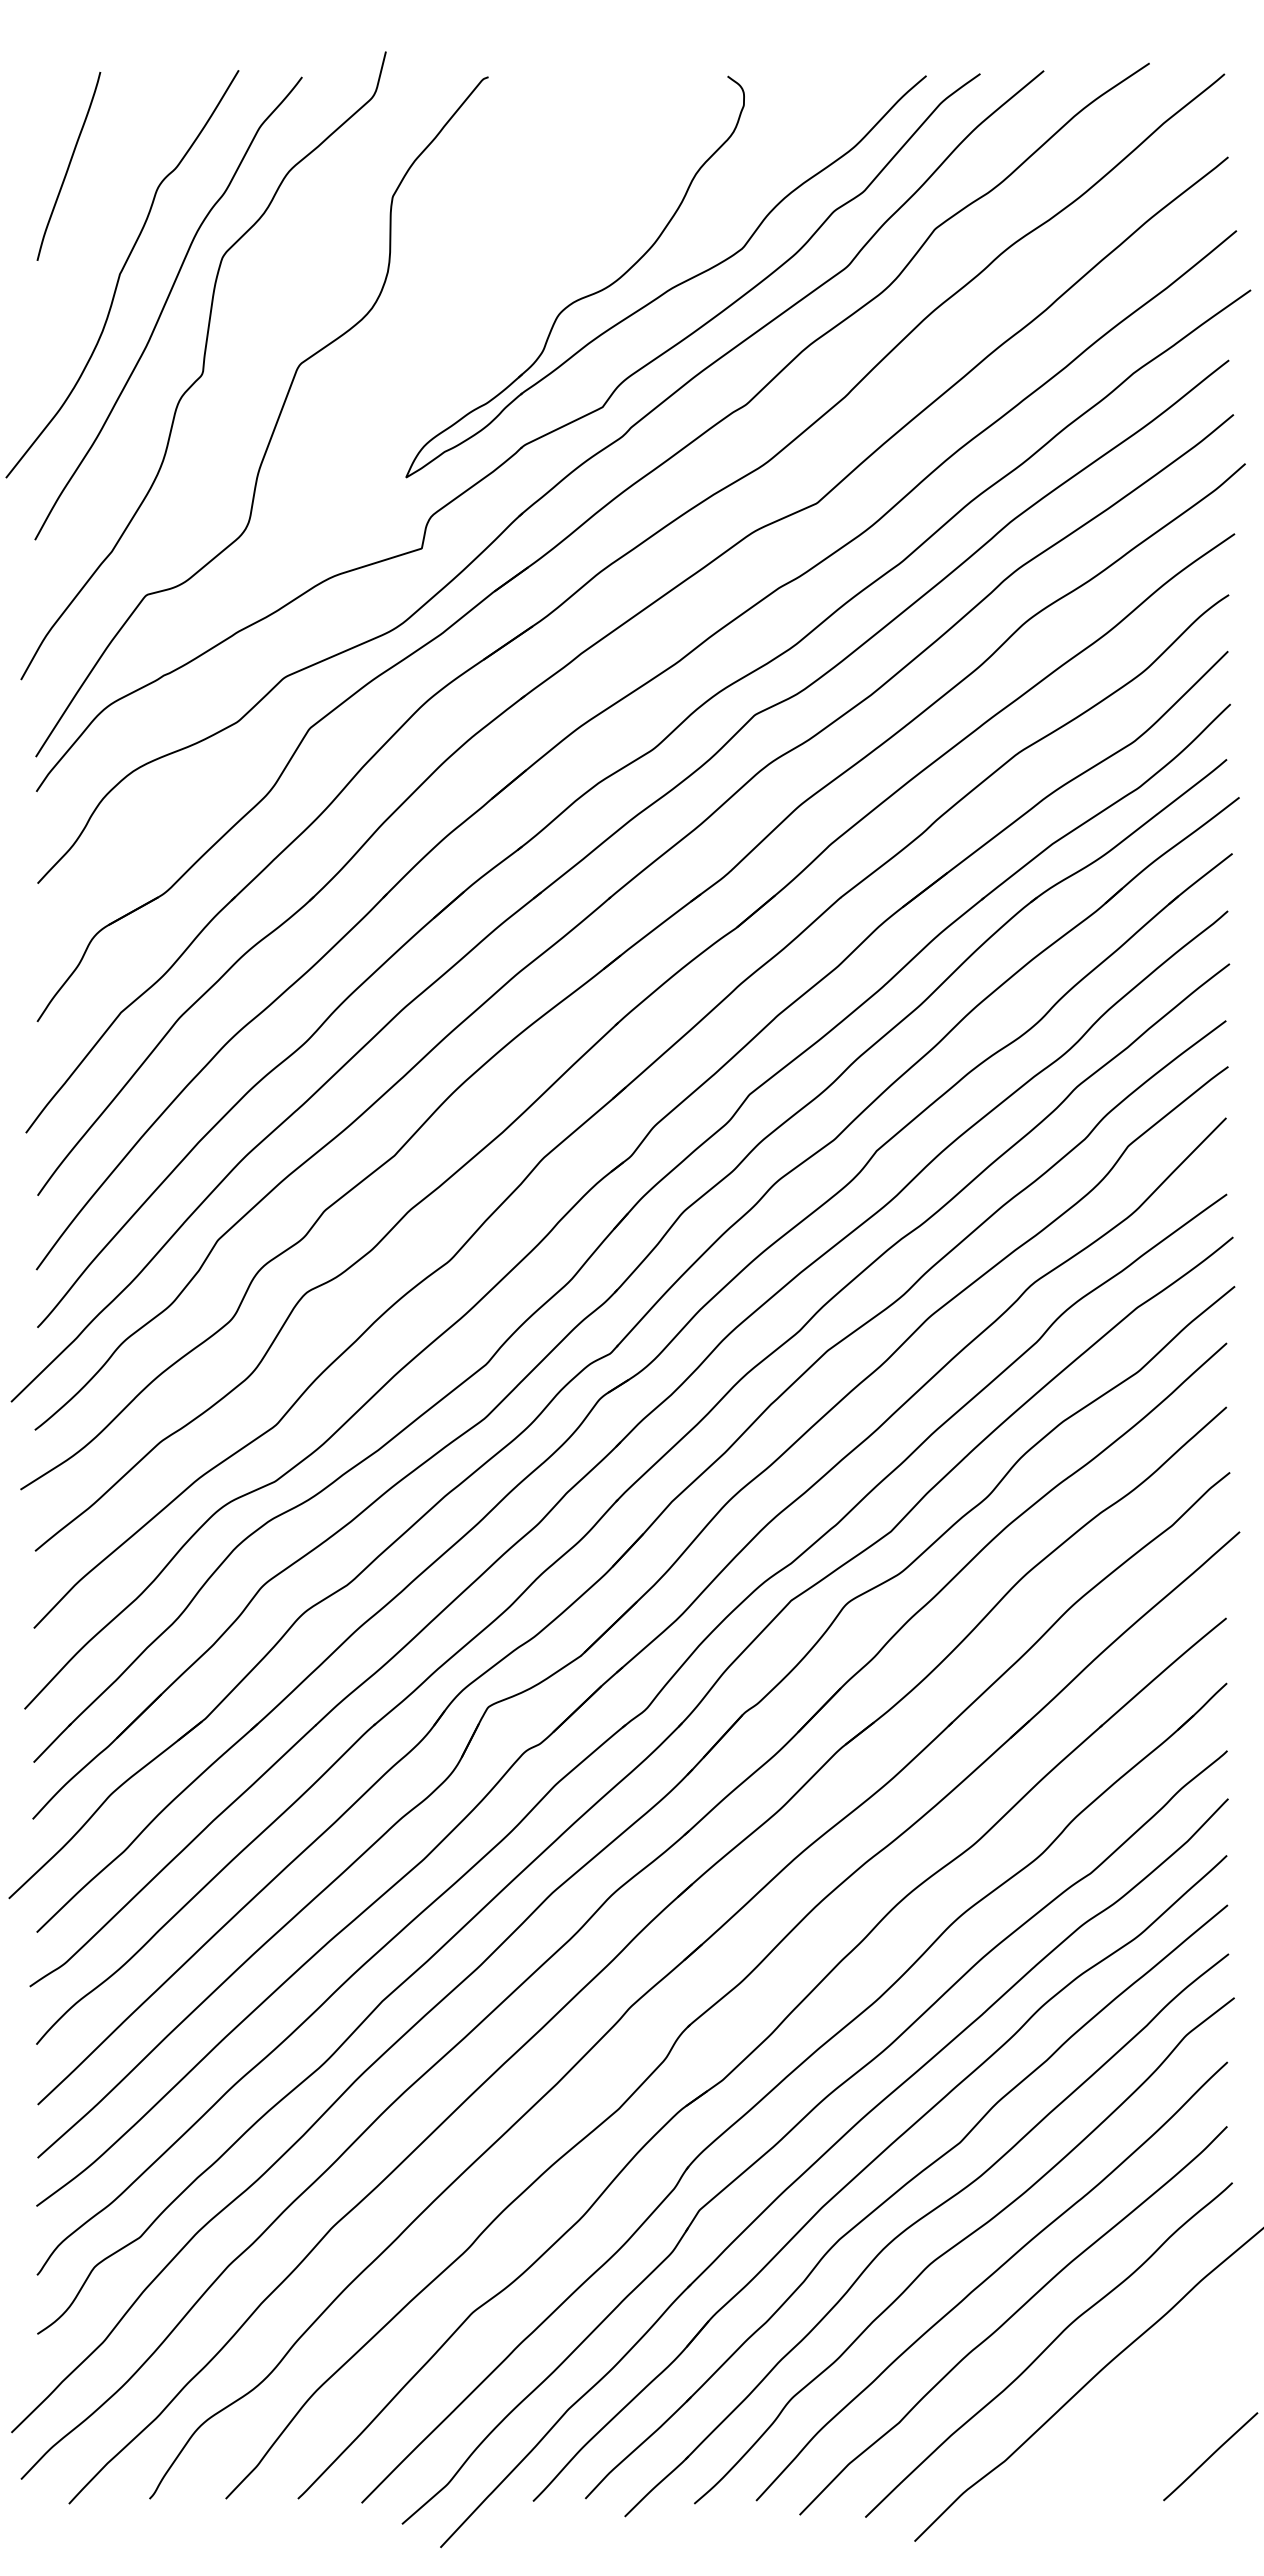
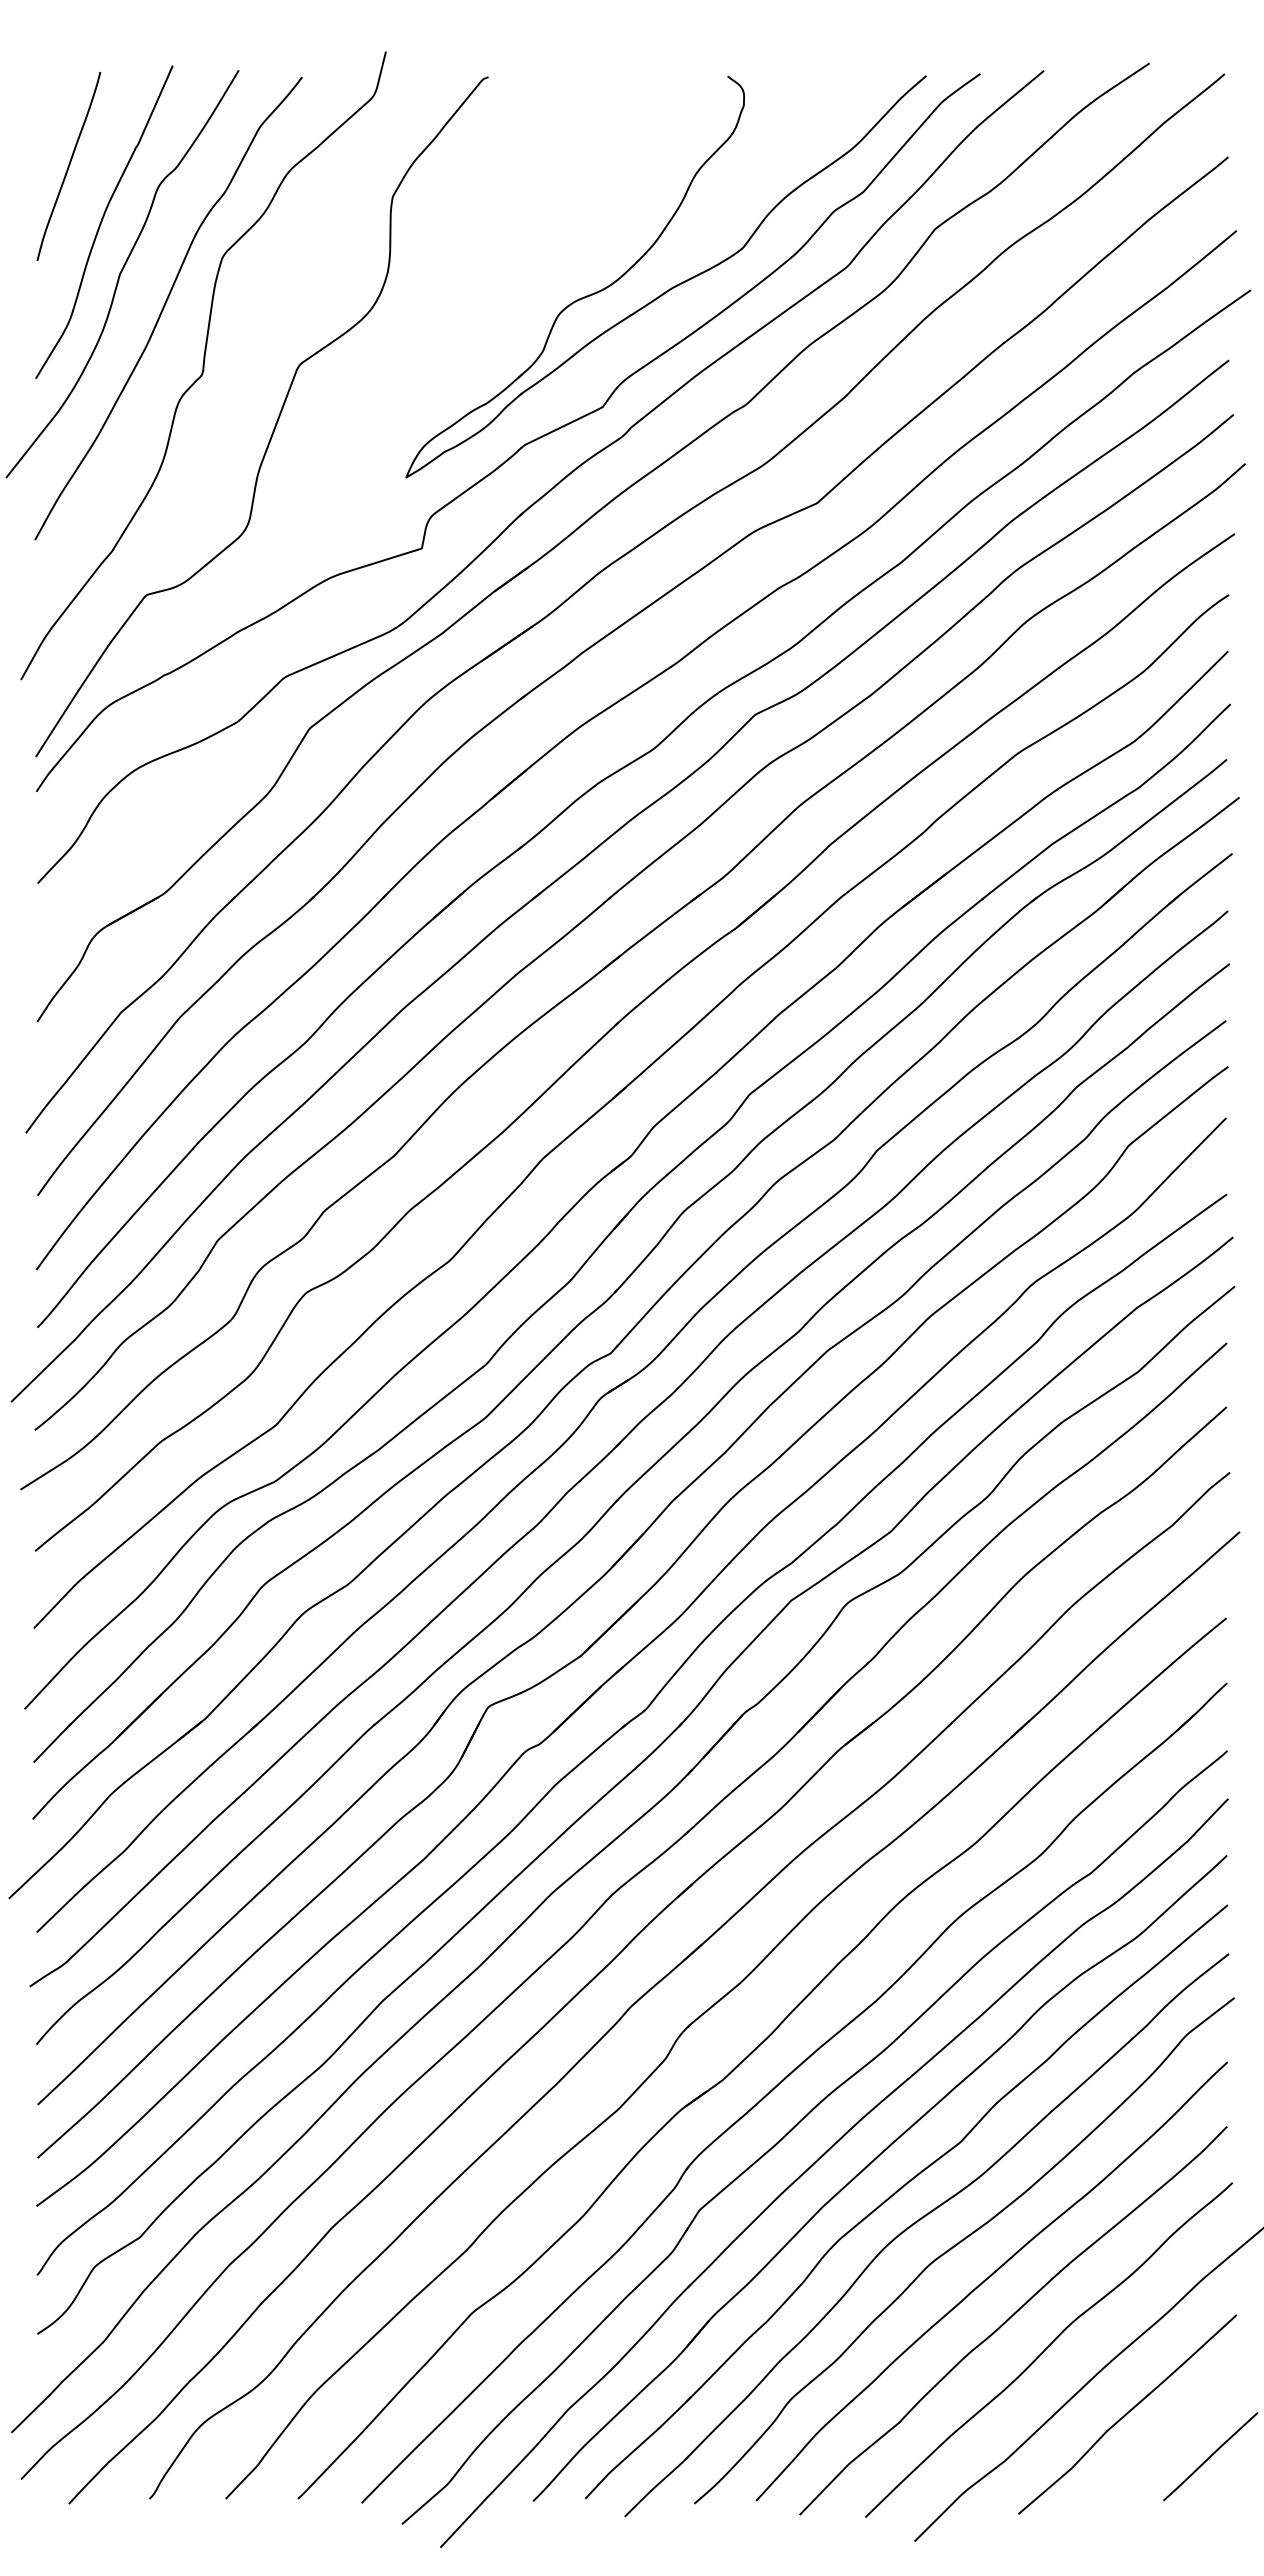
curve at (102, 221): none -> present
curve at (1127, 2414): none -> present
